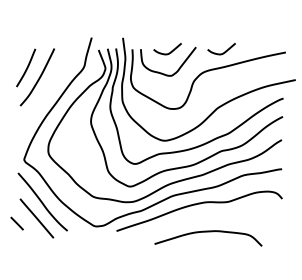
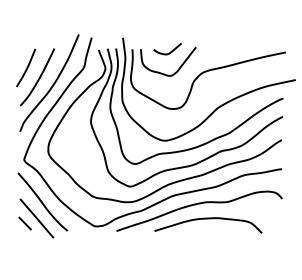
curve at (222, 52): present -> none
curve at (52, 84): none -> present
line at (16, 223) position: (16, 223) -> (24, 223)
curve at (208, 232) position: (208, 232) -> (208, 219)
